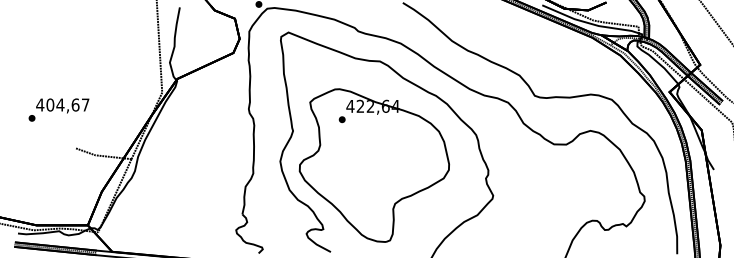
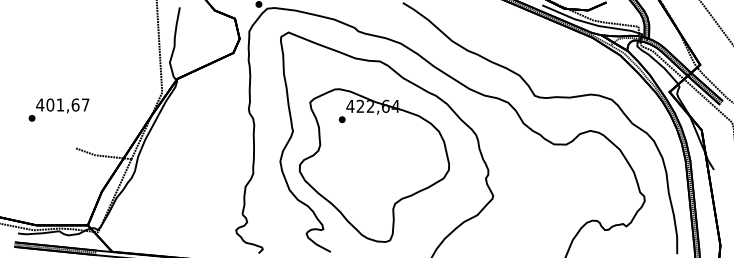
text at (60, 104): 404,67 -> 401,67
